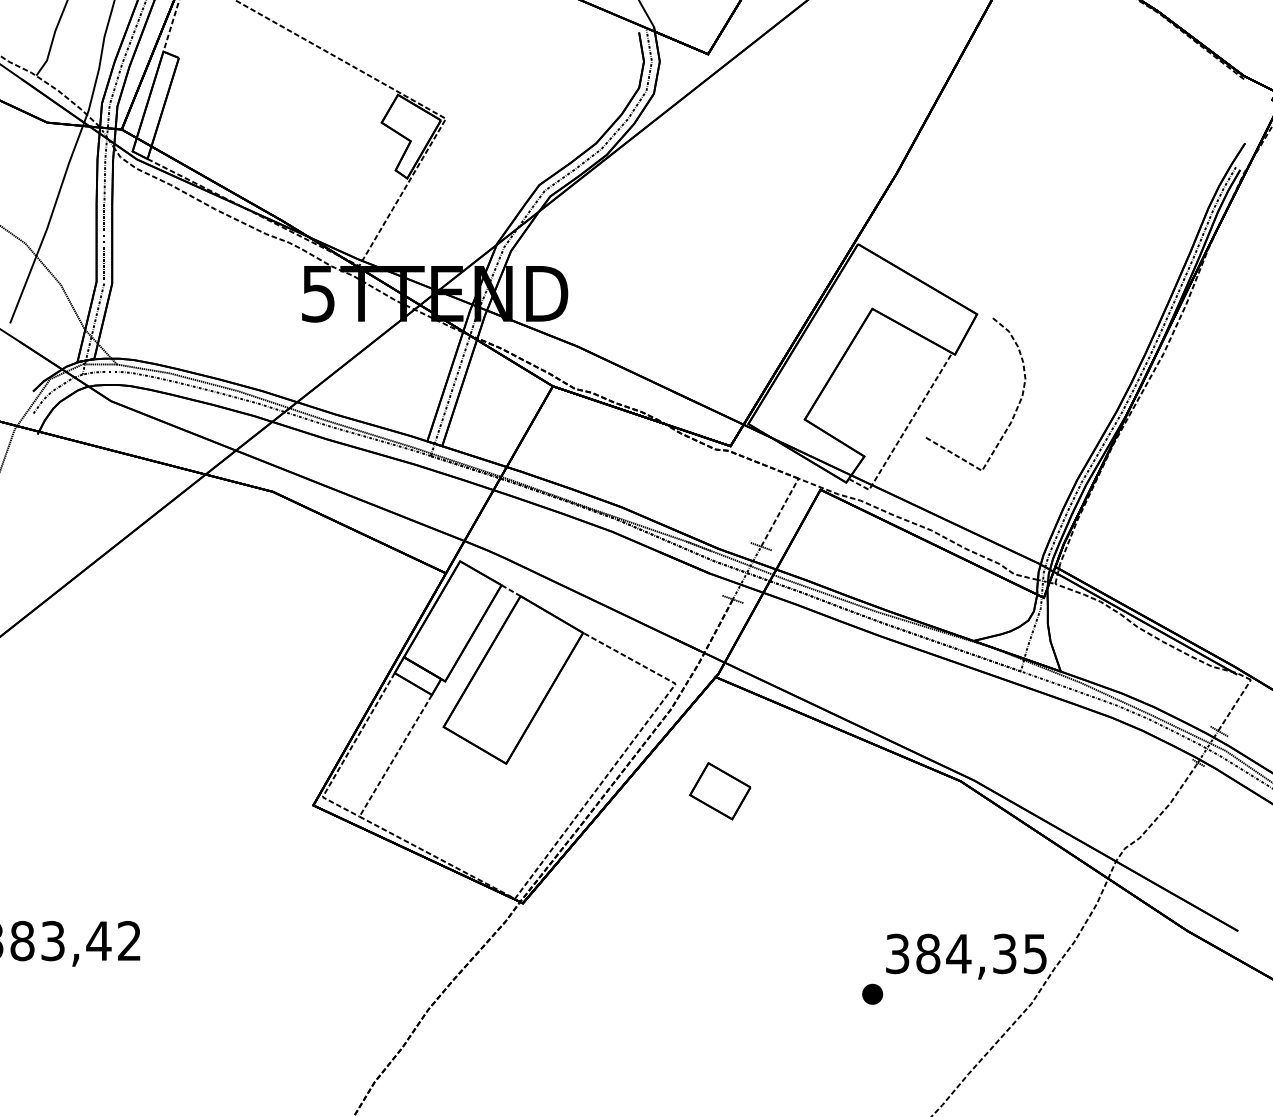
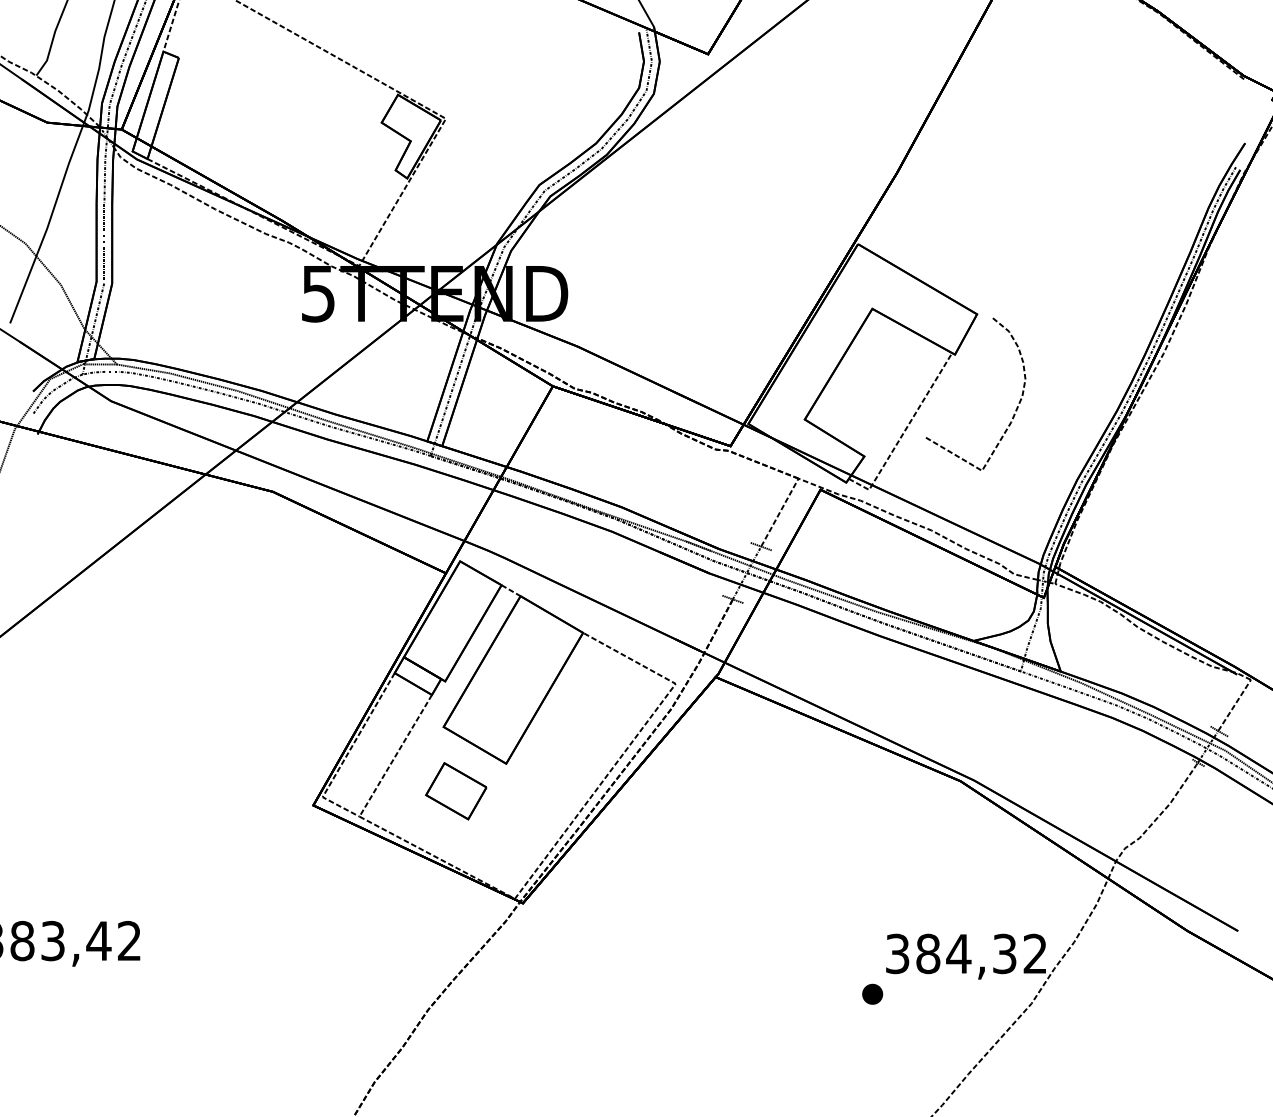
part at (720, 791) position: (720, 791) -> (456, 791)
text at (1034, 953): 384,35 -> 384,32
